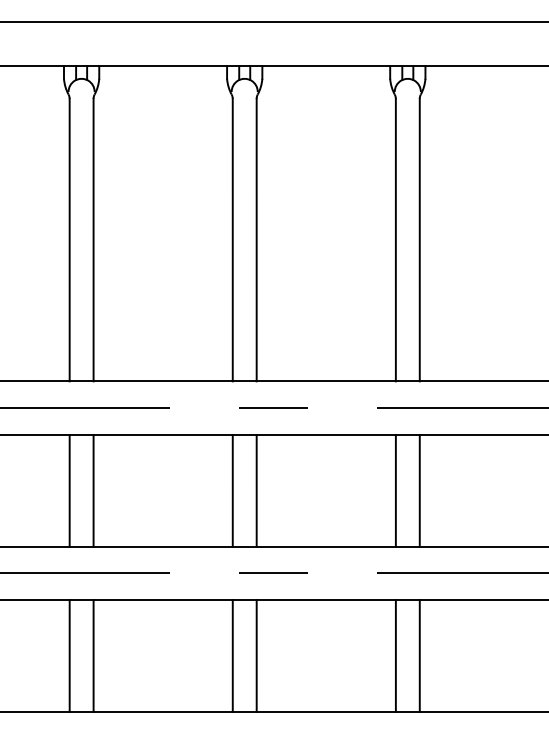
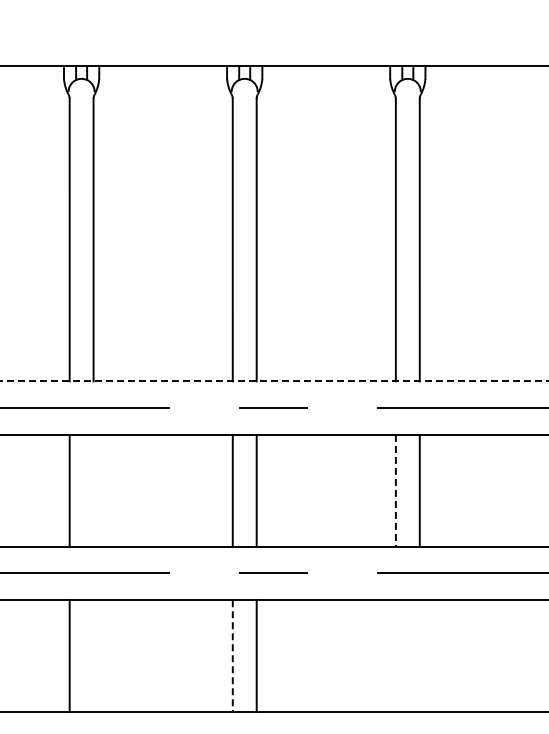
line at (273, 22): present -> none
line at (274, 381): solid -> dashed
line at (93, 490): present -> none
line at (395, 490): solid -> dashed
line at (93, 655): present -> none
line at (395, 655): present -> none
line at (419, 655): present -> none
line at (232, 656): solid -> dashed
